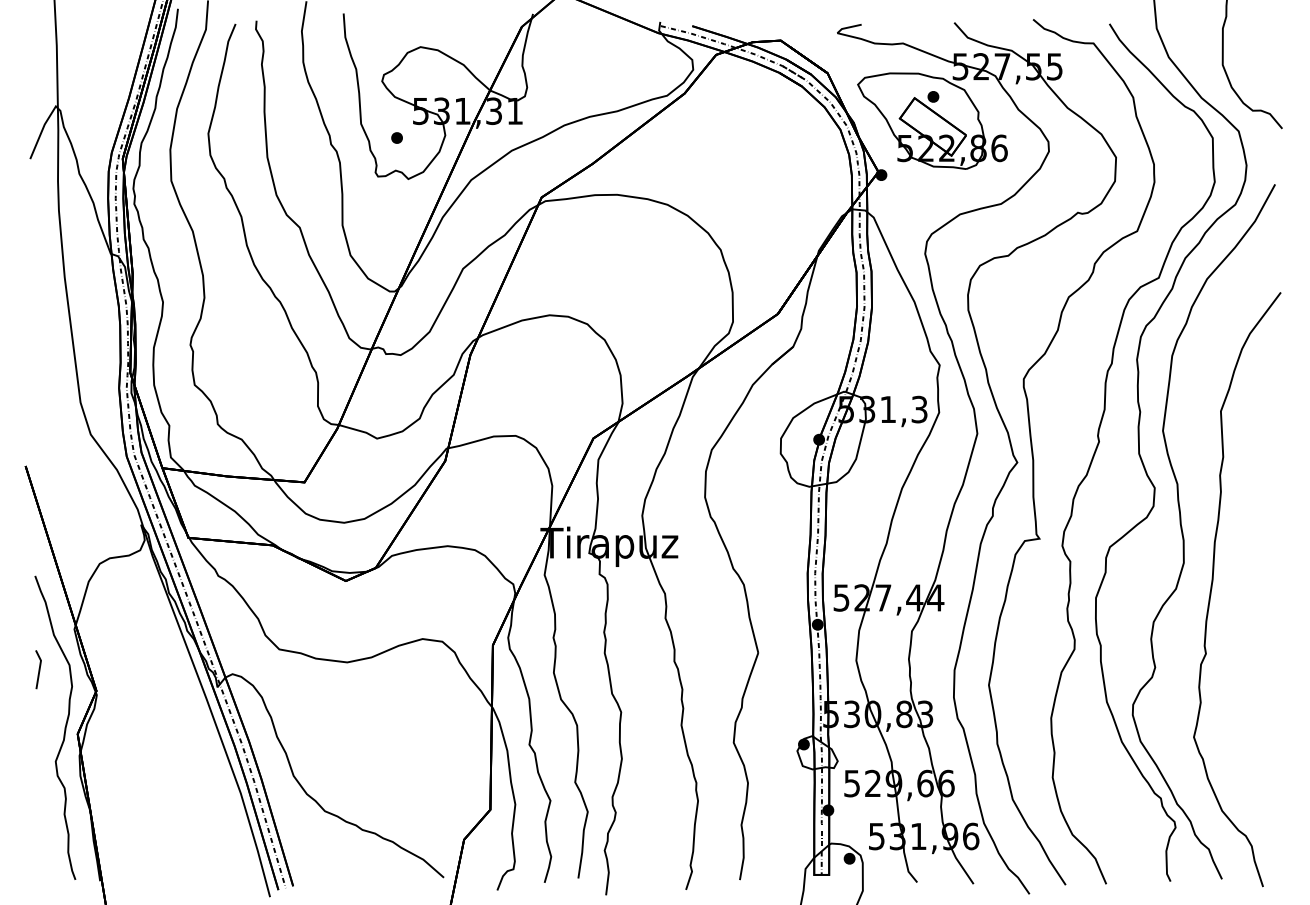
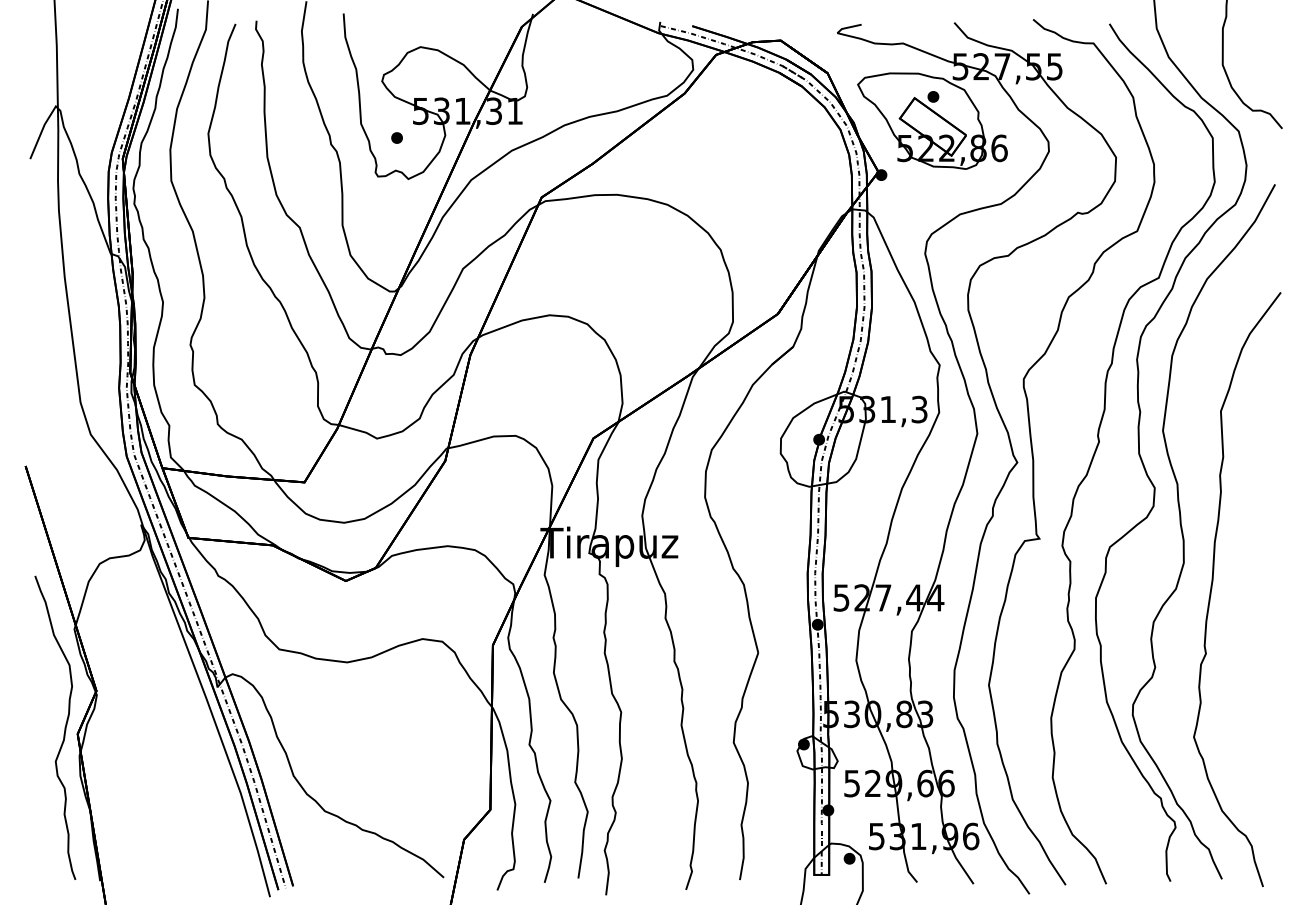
line at (38, 669): present -> none
